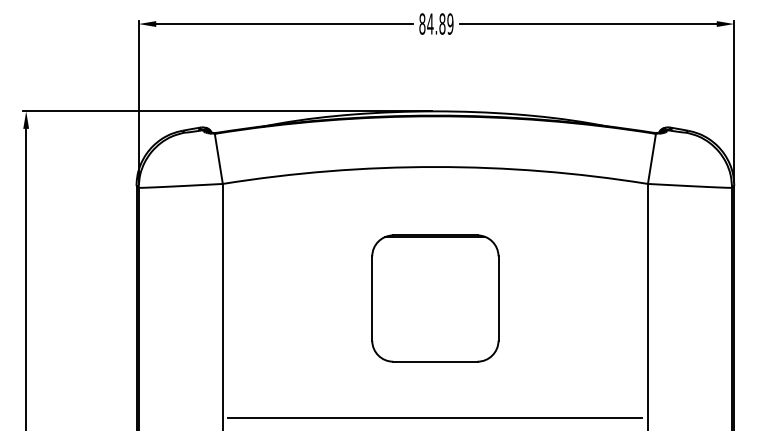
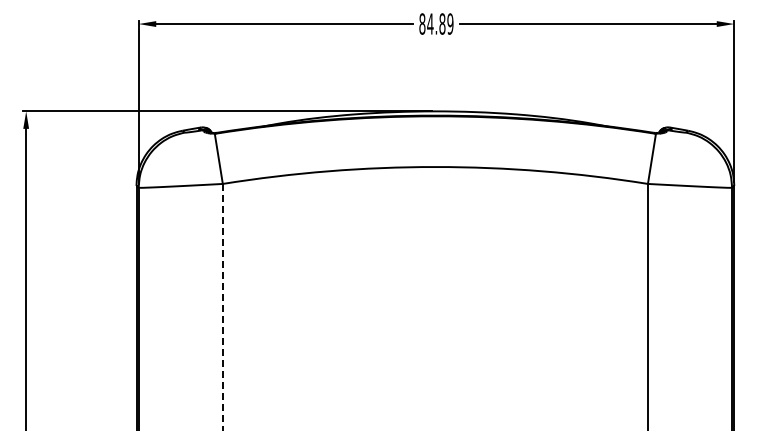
part at (435, 298): present -> none
line at (222, 307): solid -> dashed
line at (435, 417): present -> none
